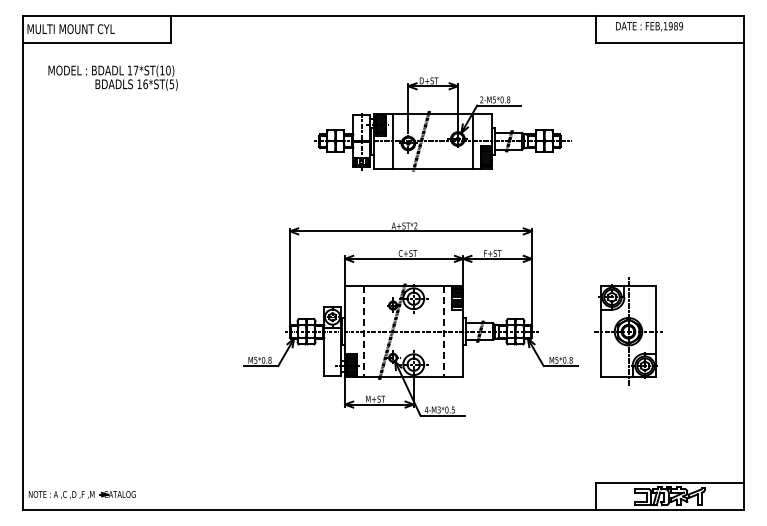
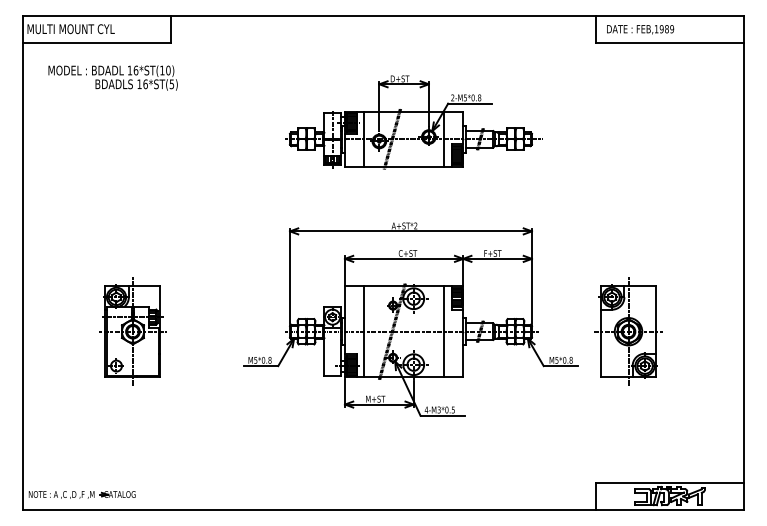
text at (649, 26) position: (649, 26) -> (640, 29)
text at (135, 70): 17*ST(10) -> 16*ST(10)
part at (442, 124) position: (442, 124) -> (413, 122)
part at (132, 331): none -> present
line at (364, 332): dashed -> solid
line at (443, 332): dashed -> solid
